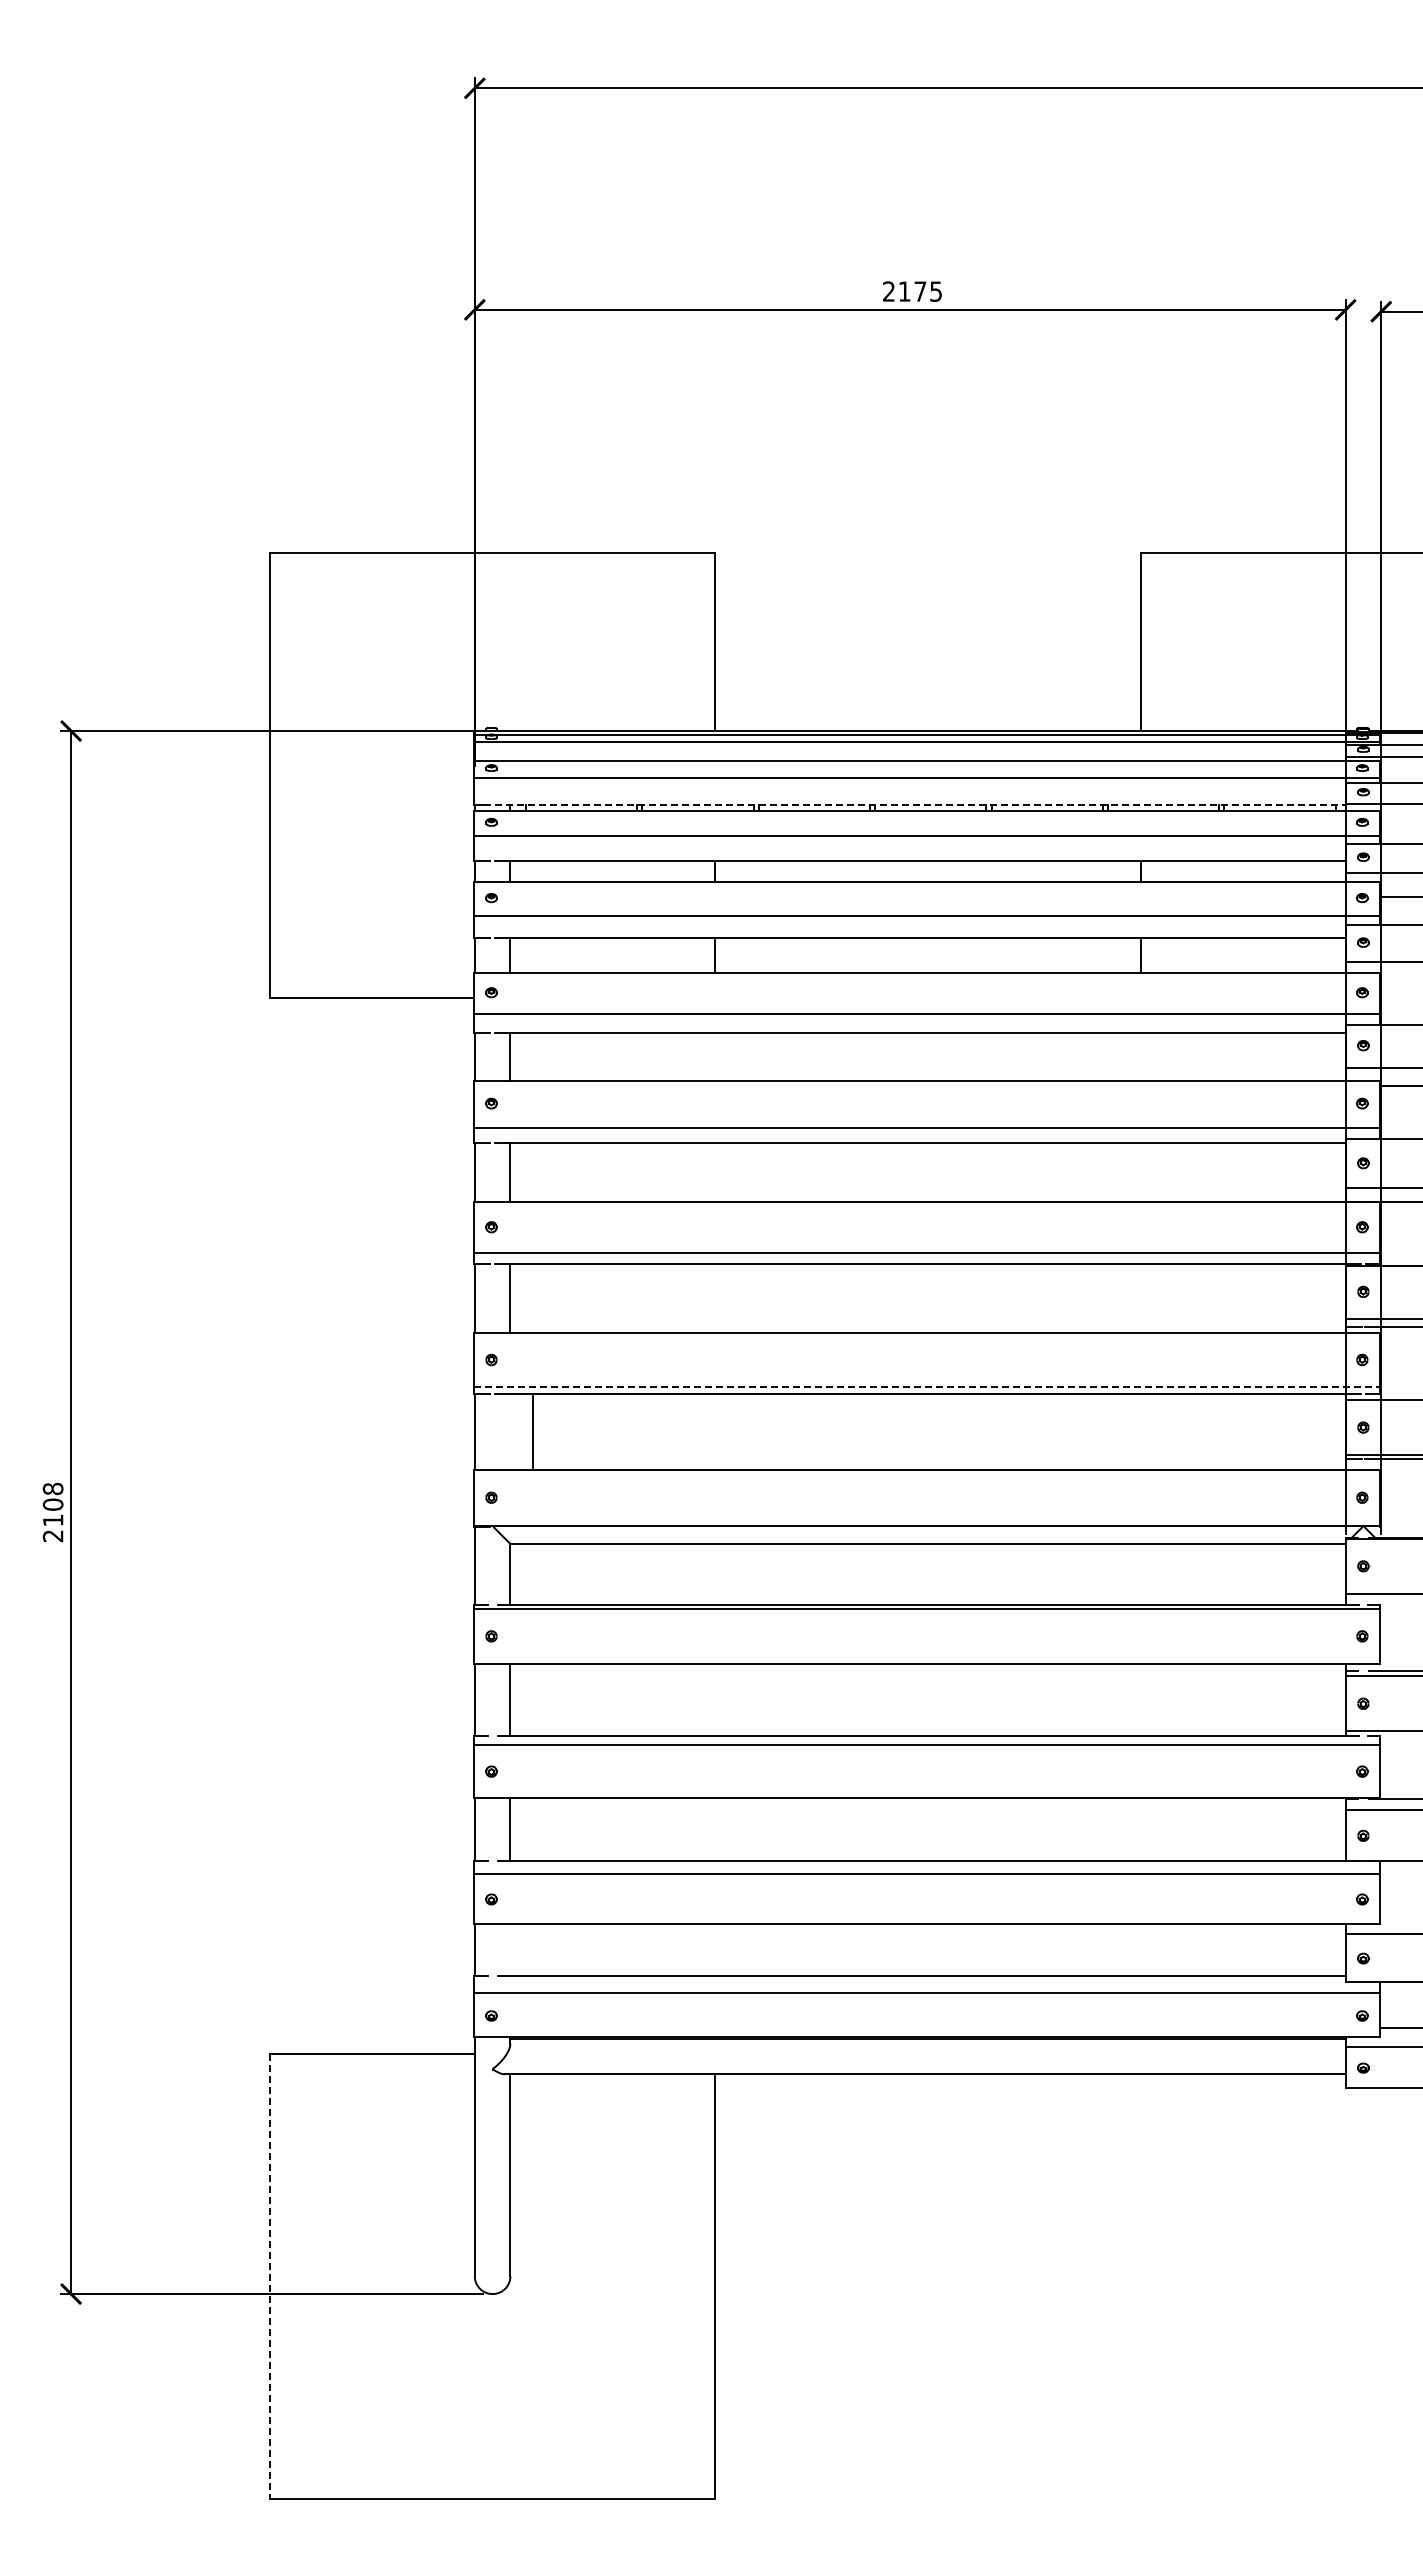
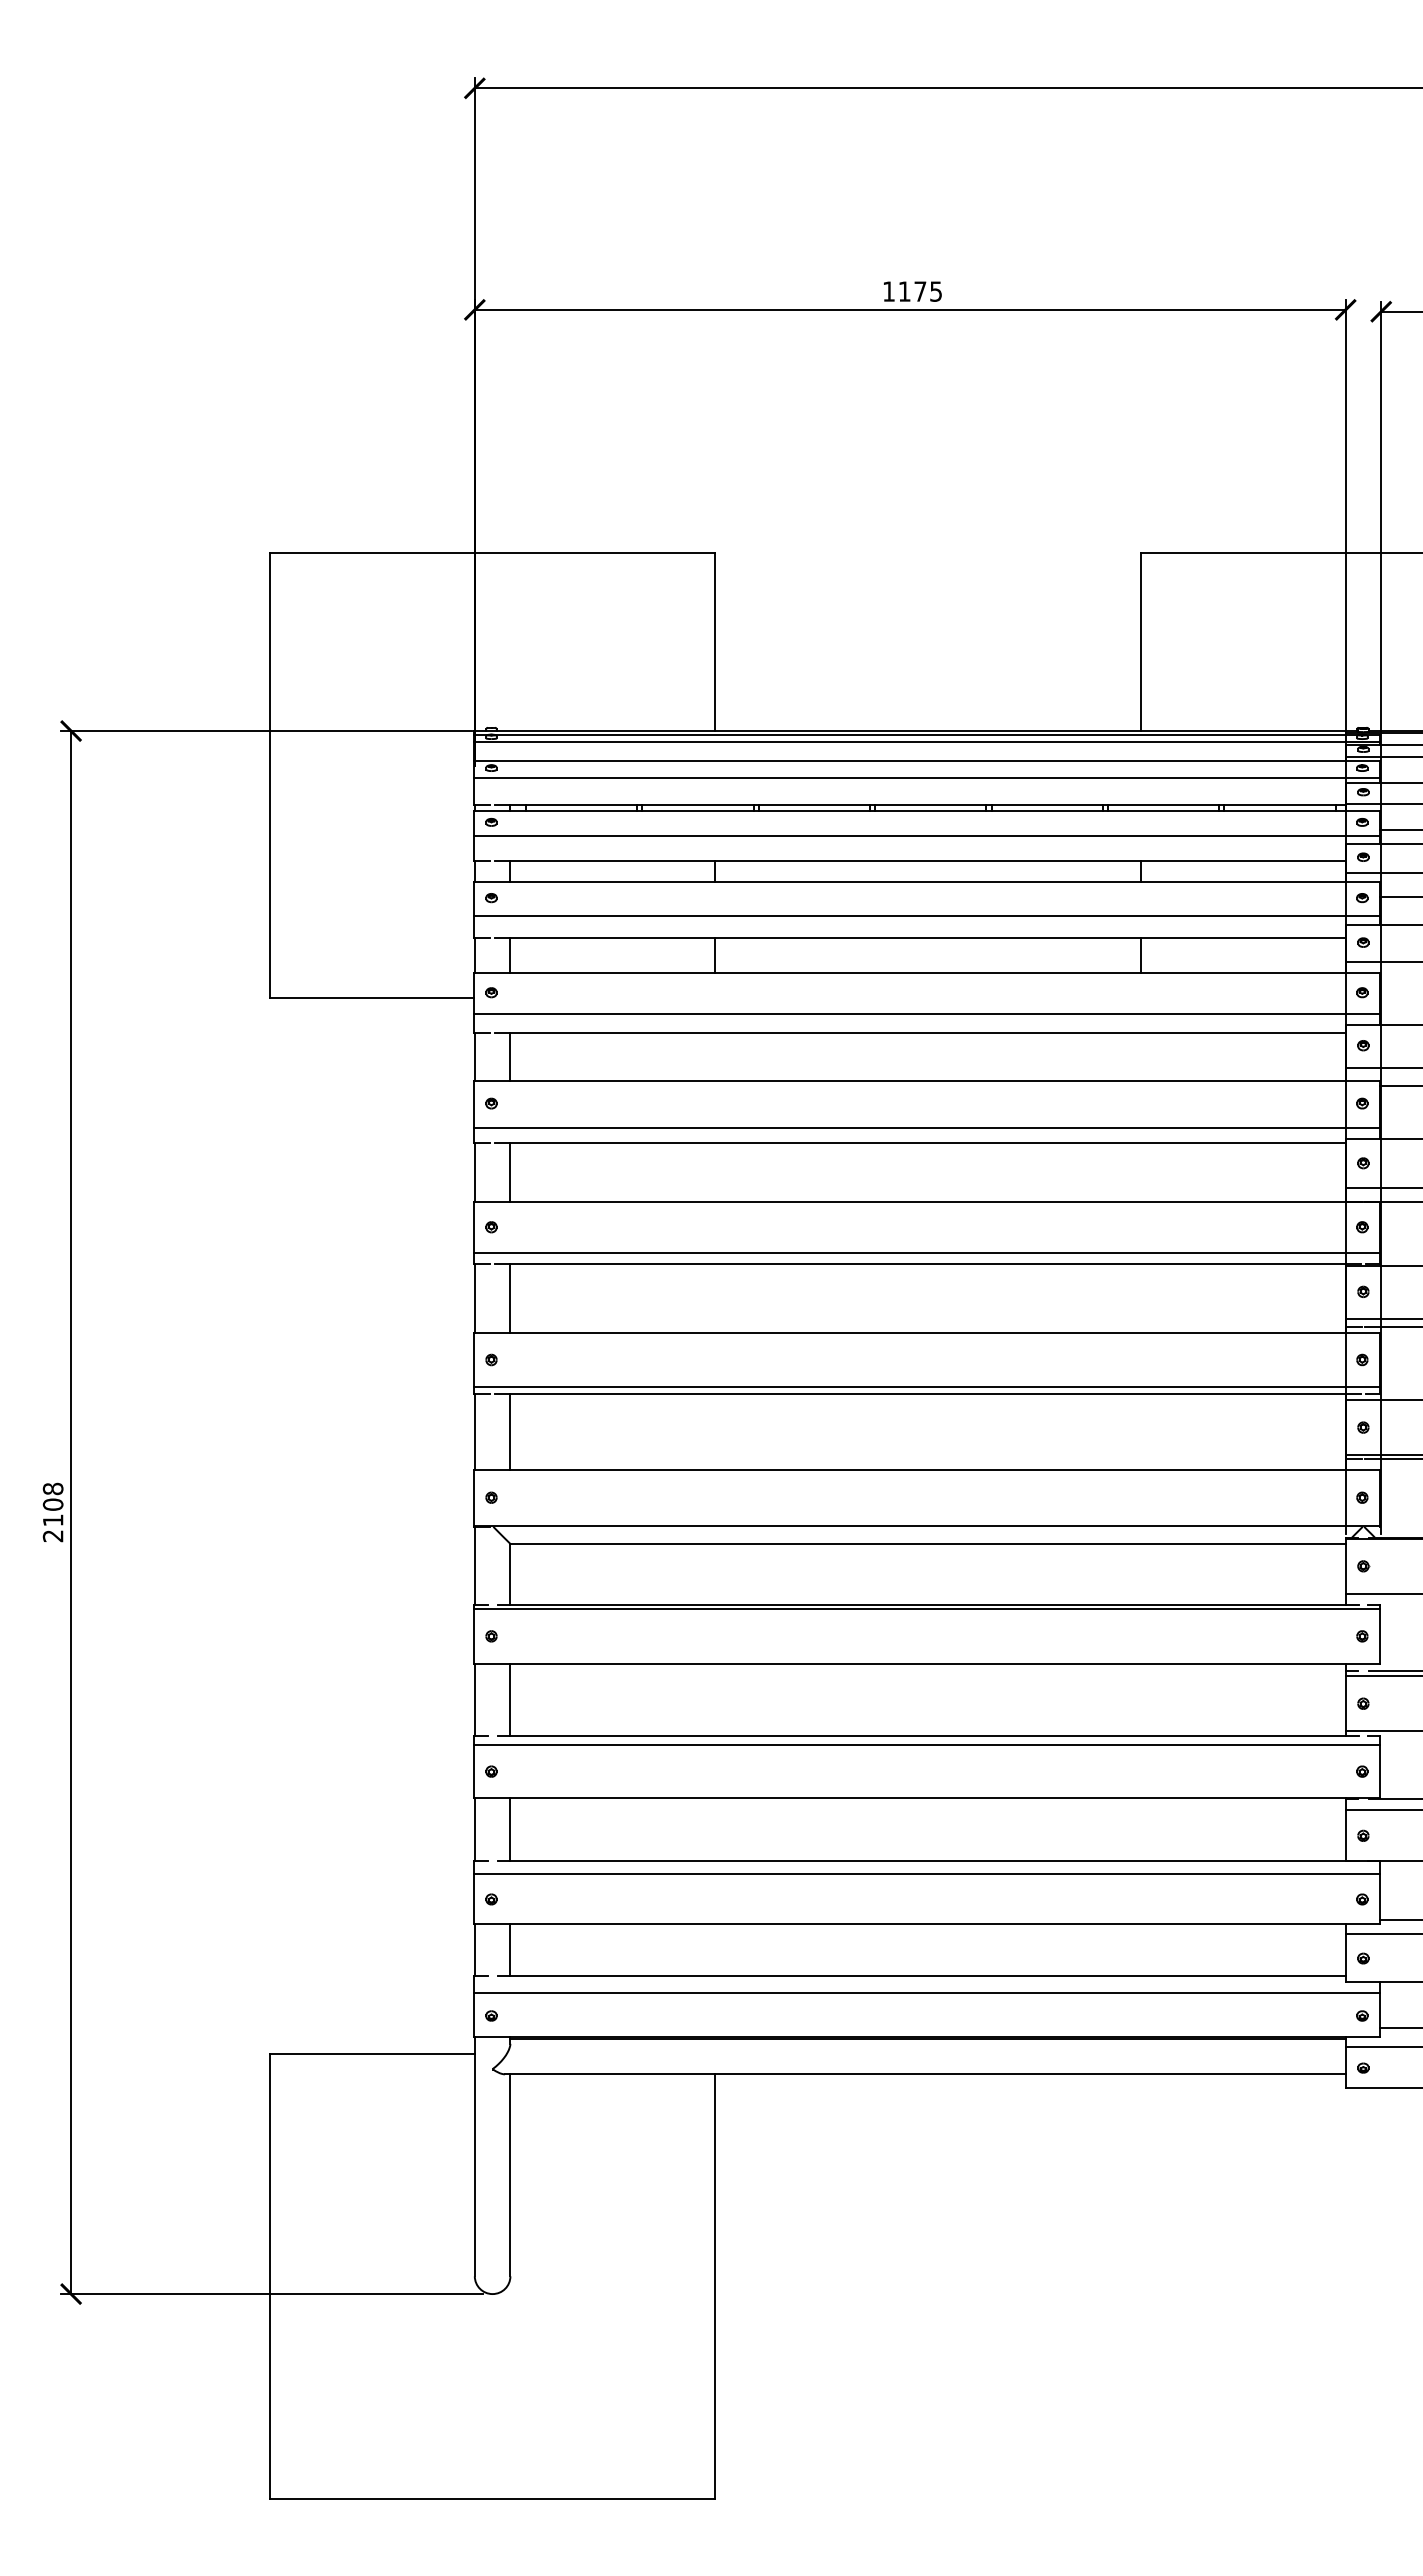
text at (888, 291): 2175 -> 1175
line at (920, 804): dashed -> solid
line at (1399, 830): none -> present
line at (927, 1387): dashed -> solid
line at (533, 1431) position: (533, 1431) -> (510, 1431)
line at (1399, 1919): none -> present
line at (510, 1949): none -> present
line at (270, 2276): dashed -> solid
